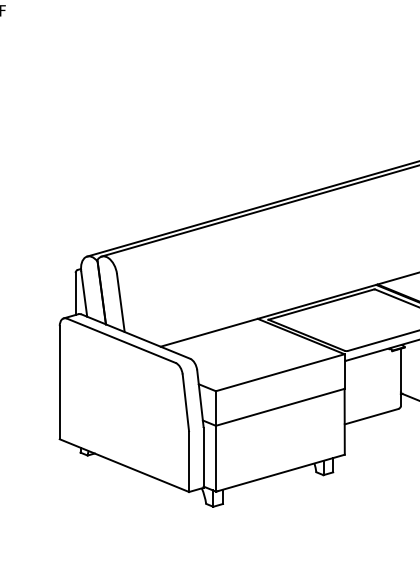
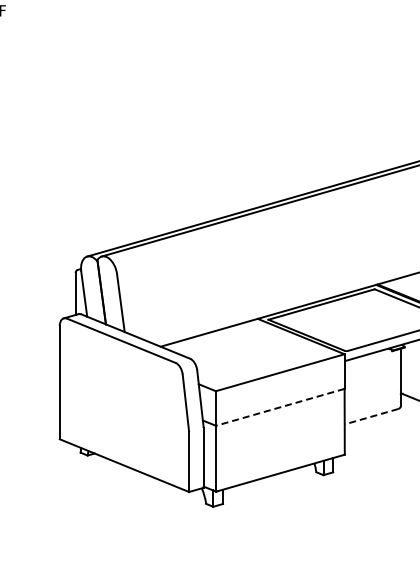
line at (280, 407): solid -> dashed
line at (371, 416): solid -> dashed
